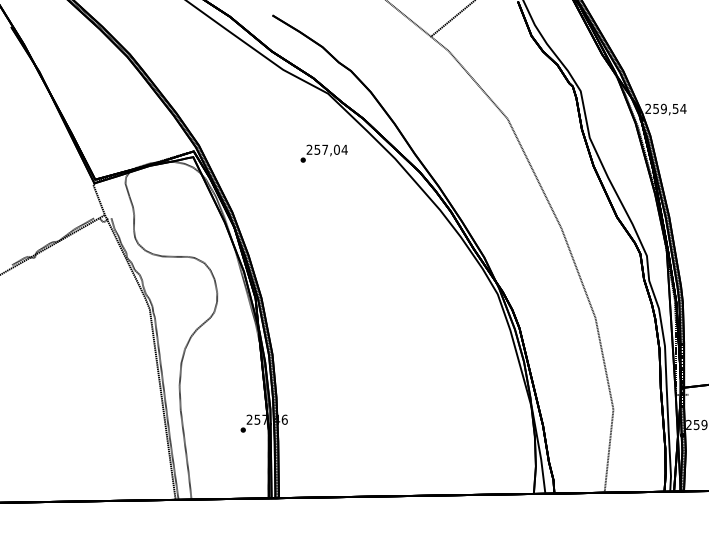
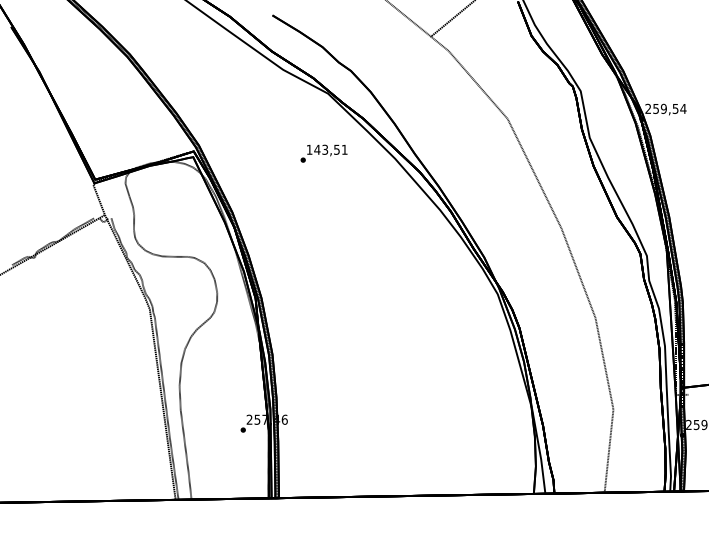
text at (326, 149): 257,04 -> 143,51
